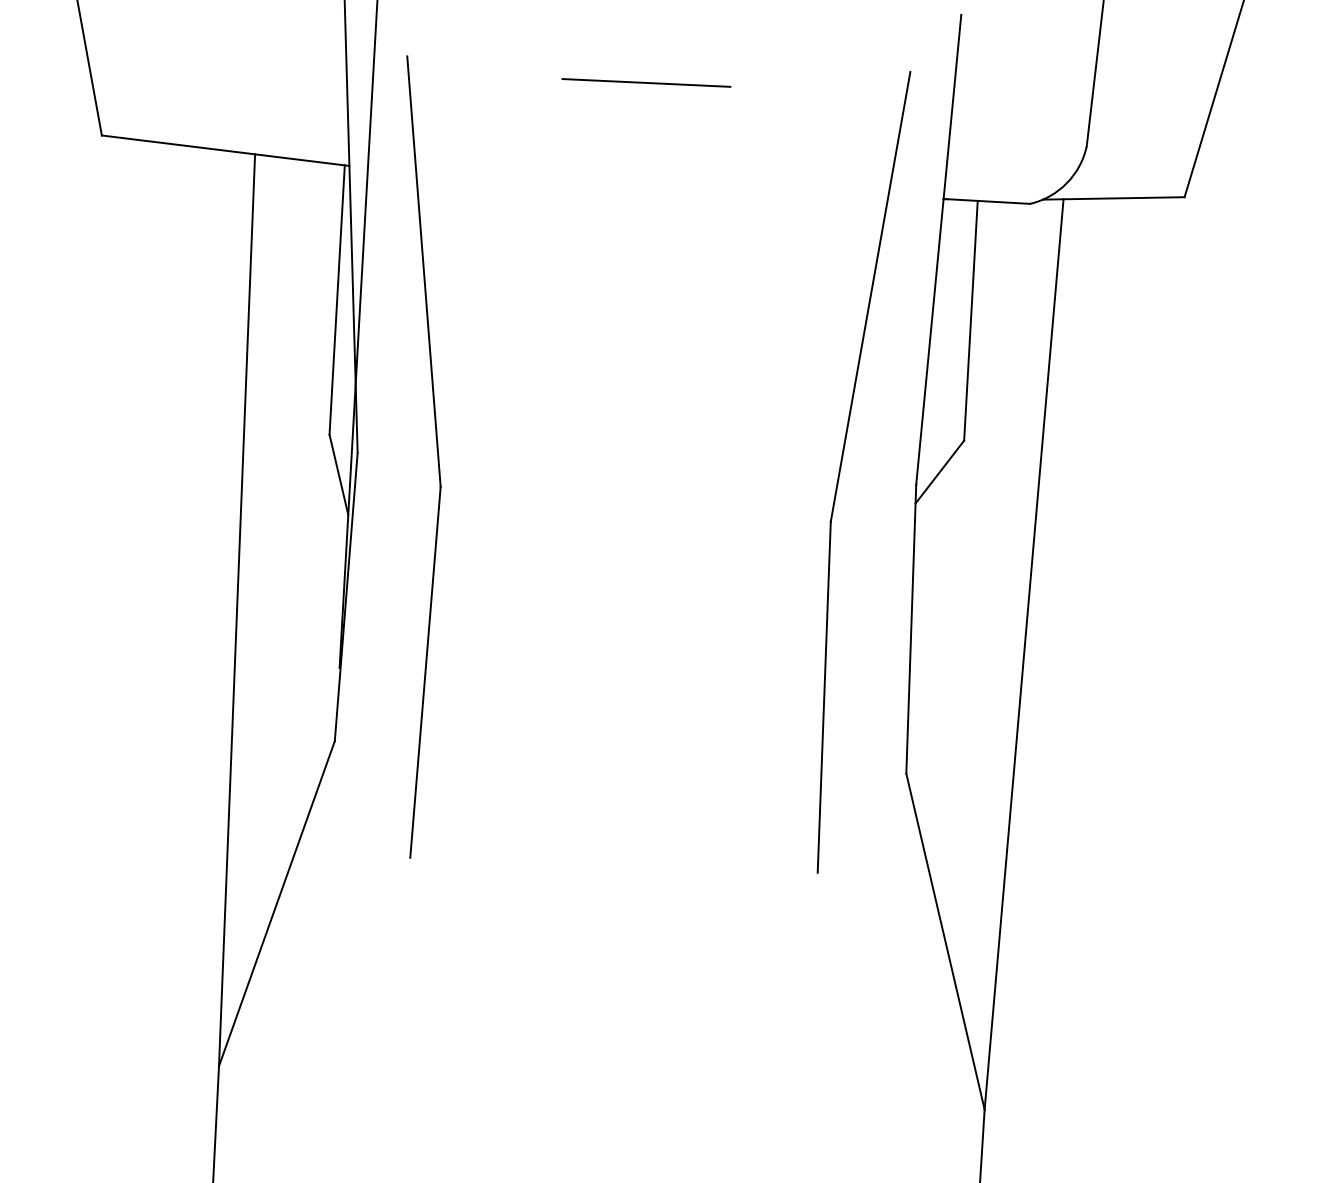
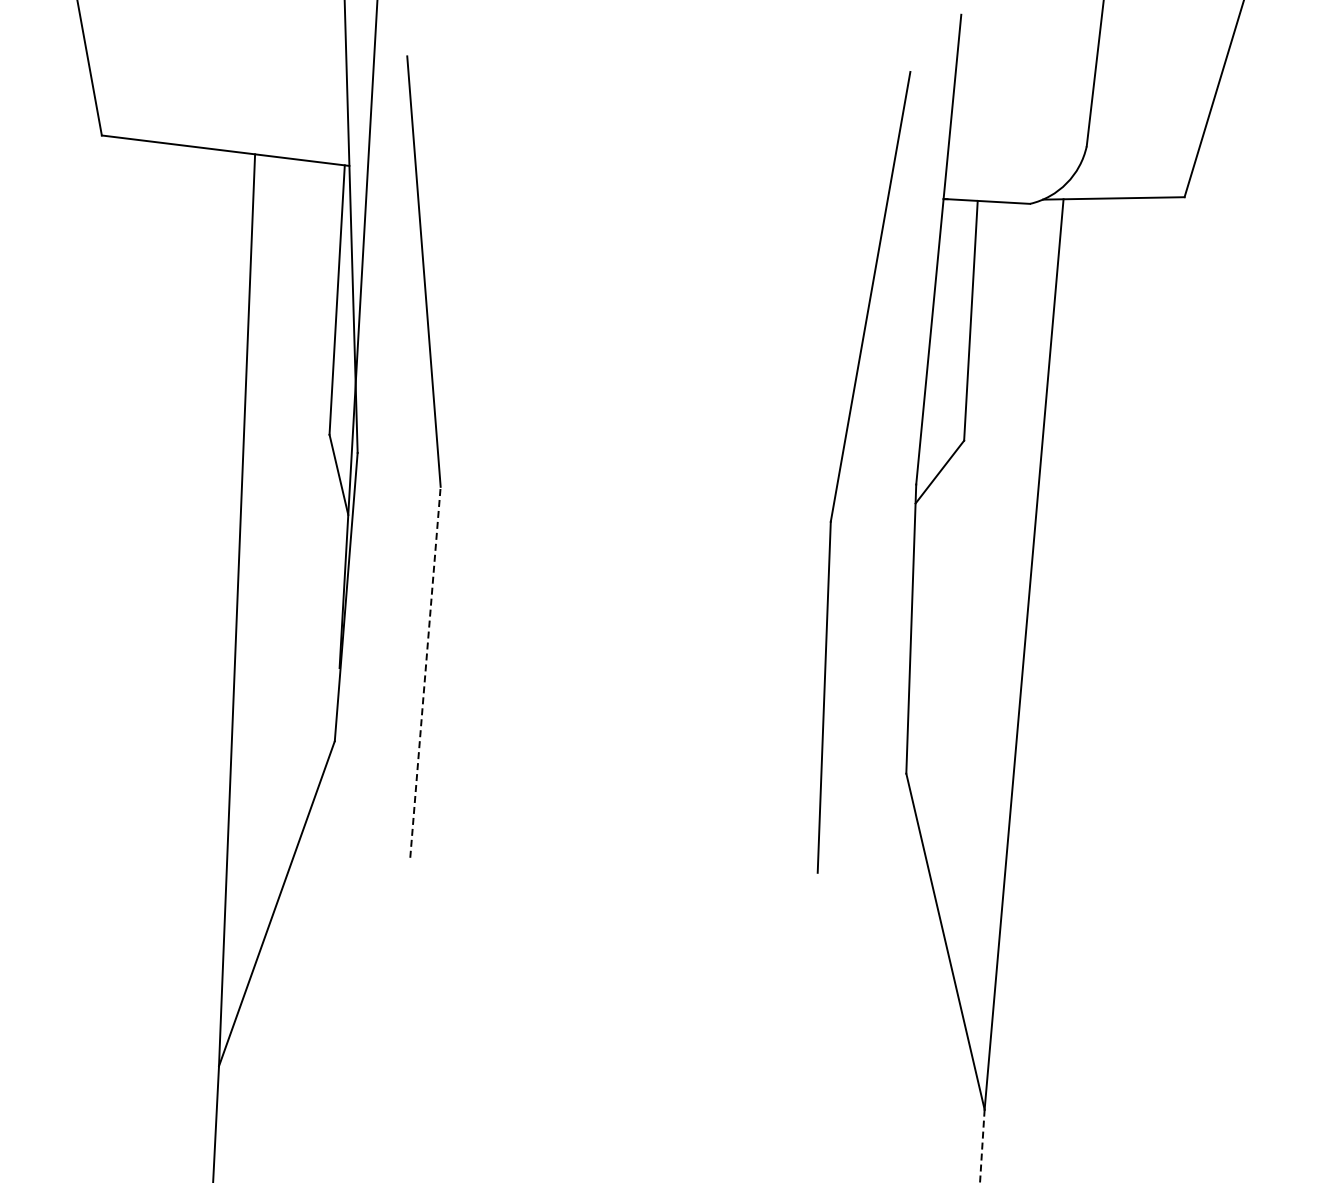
line at (646, 82): present -> none
line at (425, 671): solid -> dashed
line at (982, 1146): solid -> dashed
